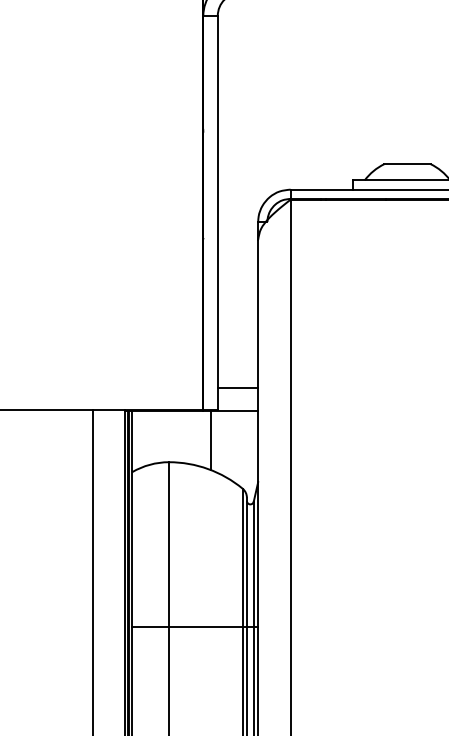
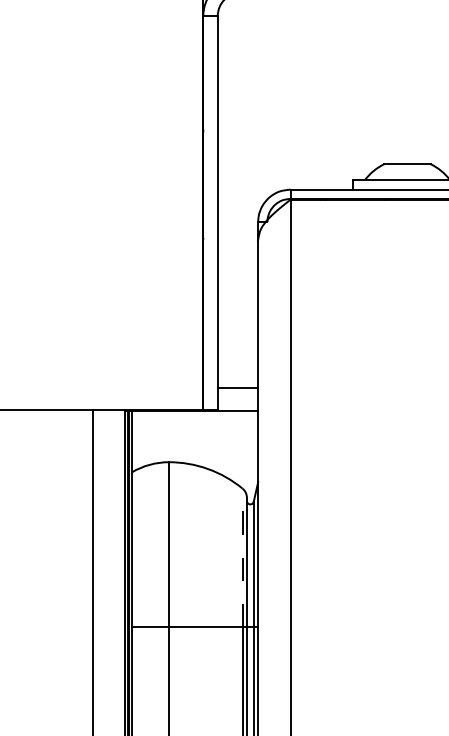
line at (210, 440): present -> none
line at (242, 557): solid -> dashed
